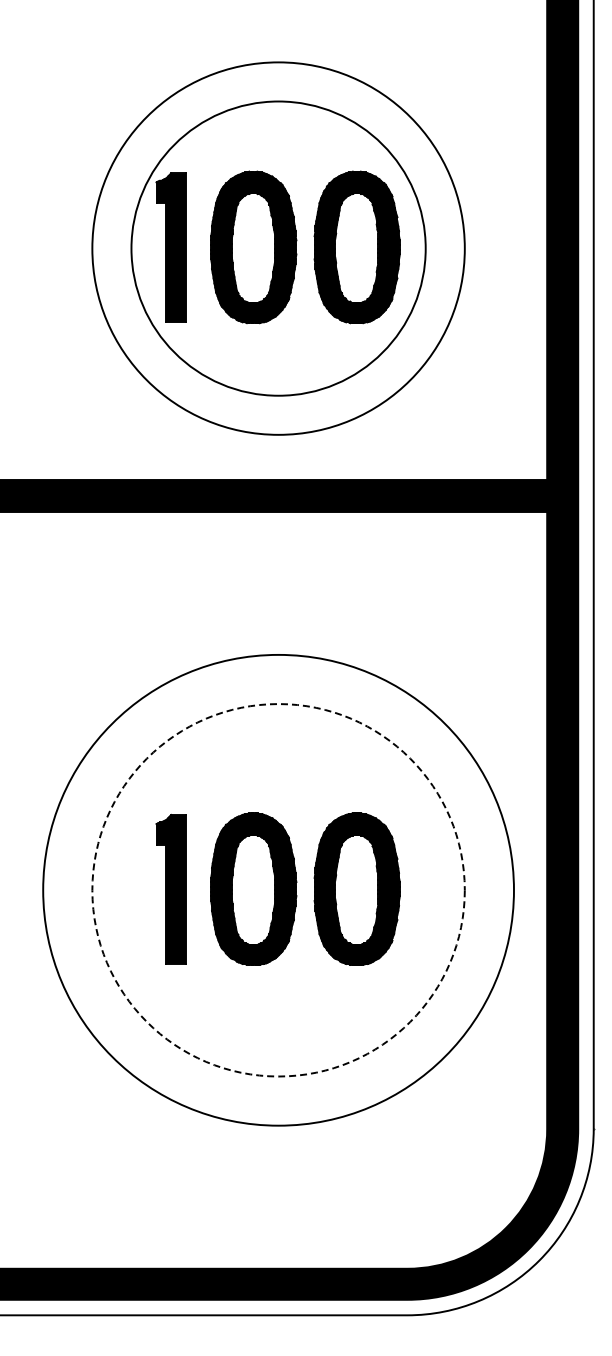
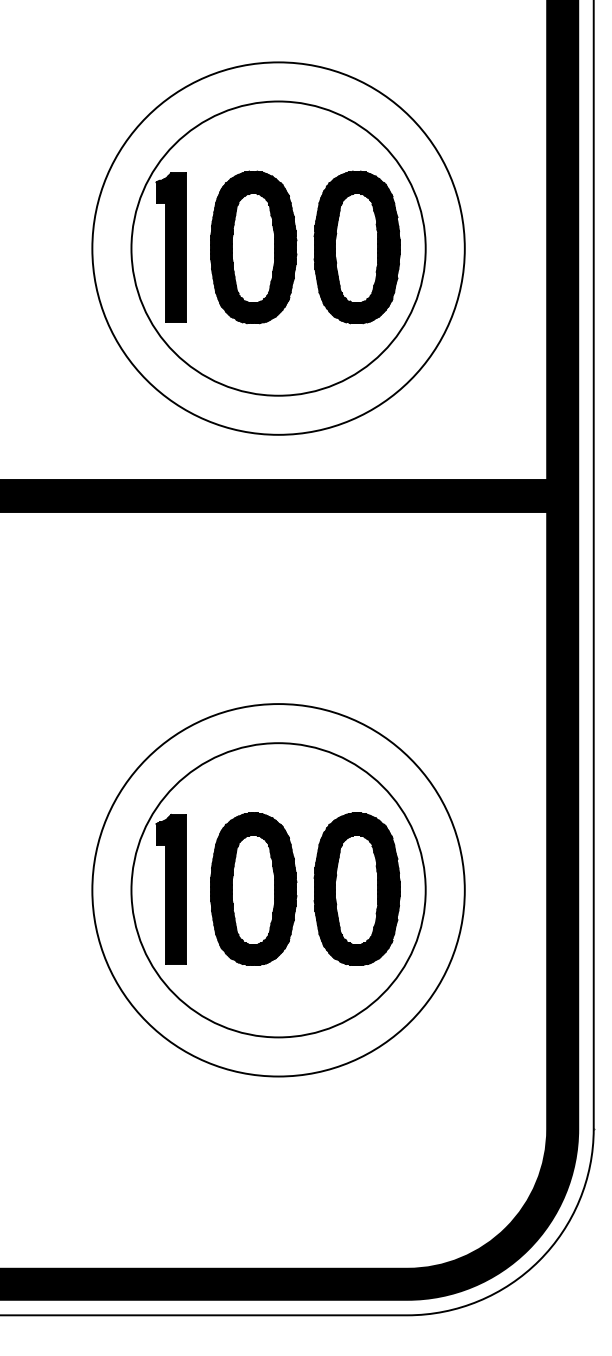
circle at (278, 889) diameter: 471 px -> 294 px
circle at (278, 890): dashed -> solid
